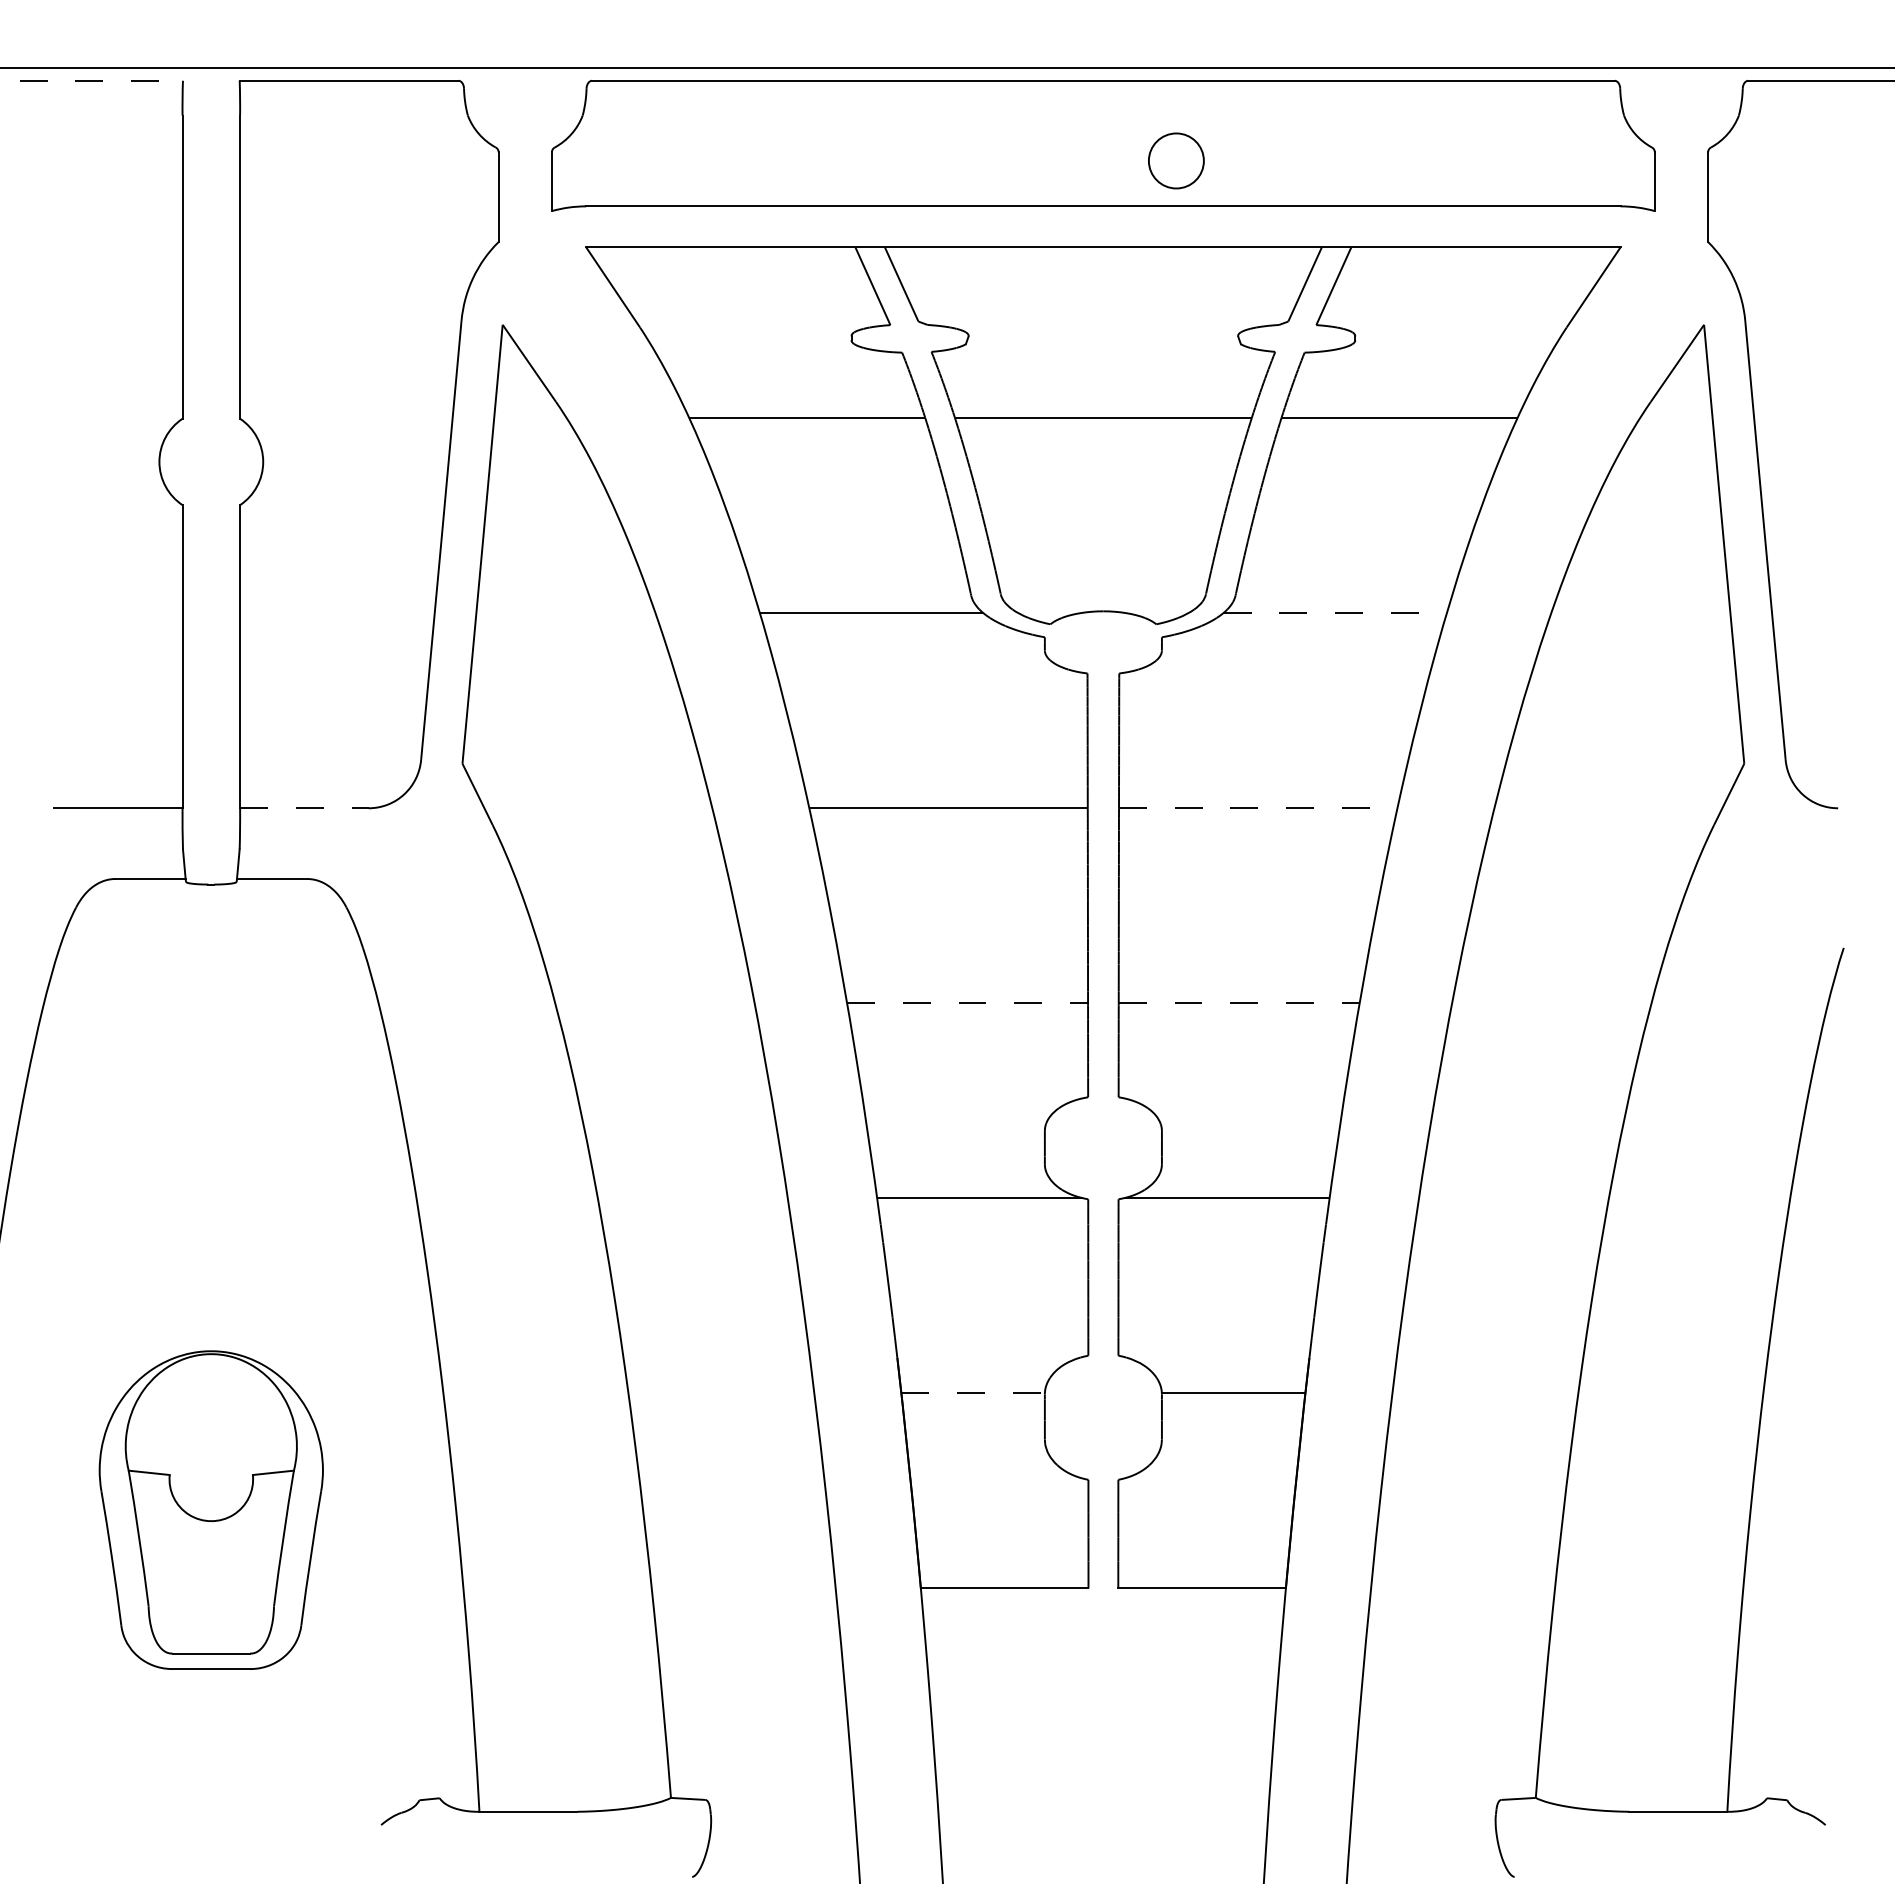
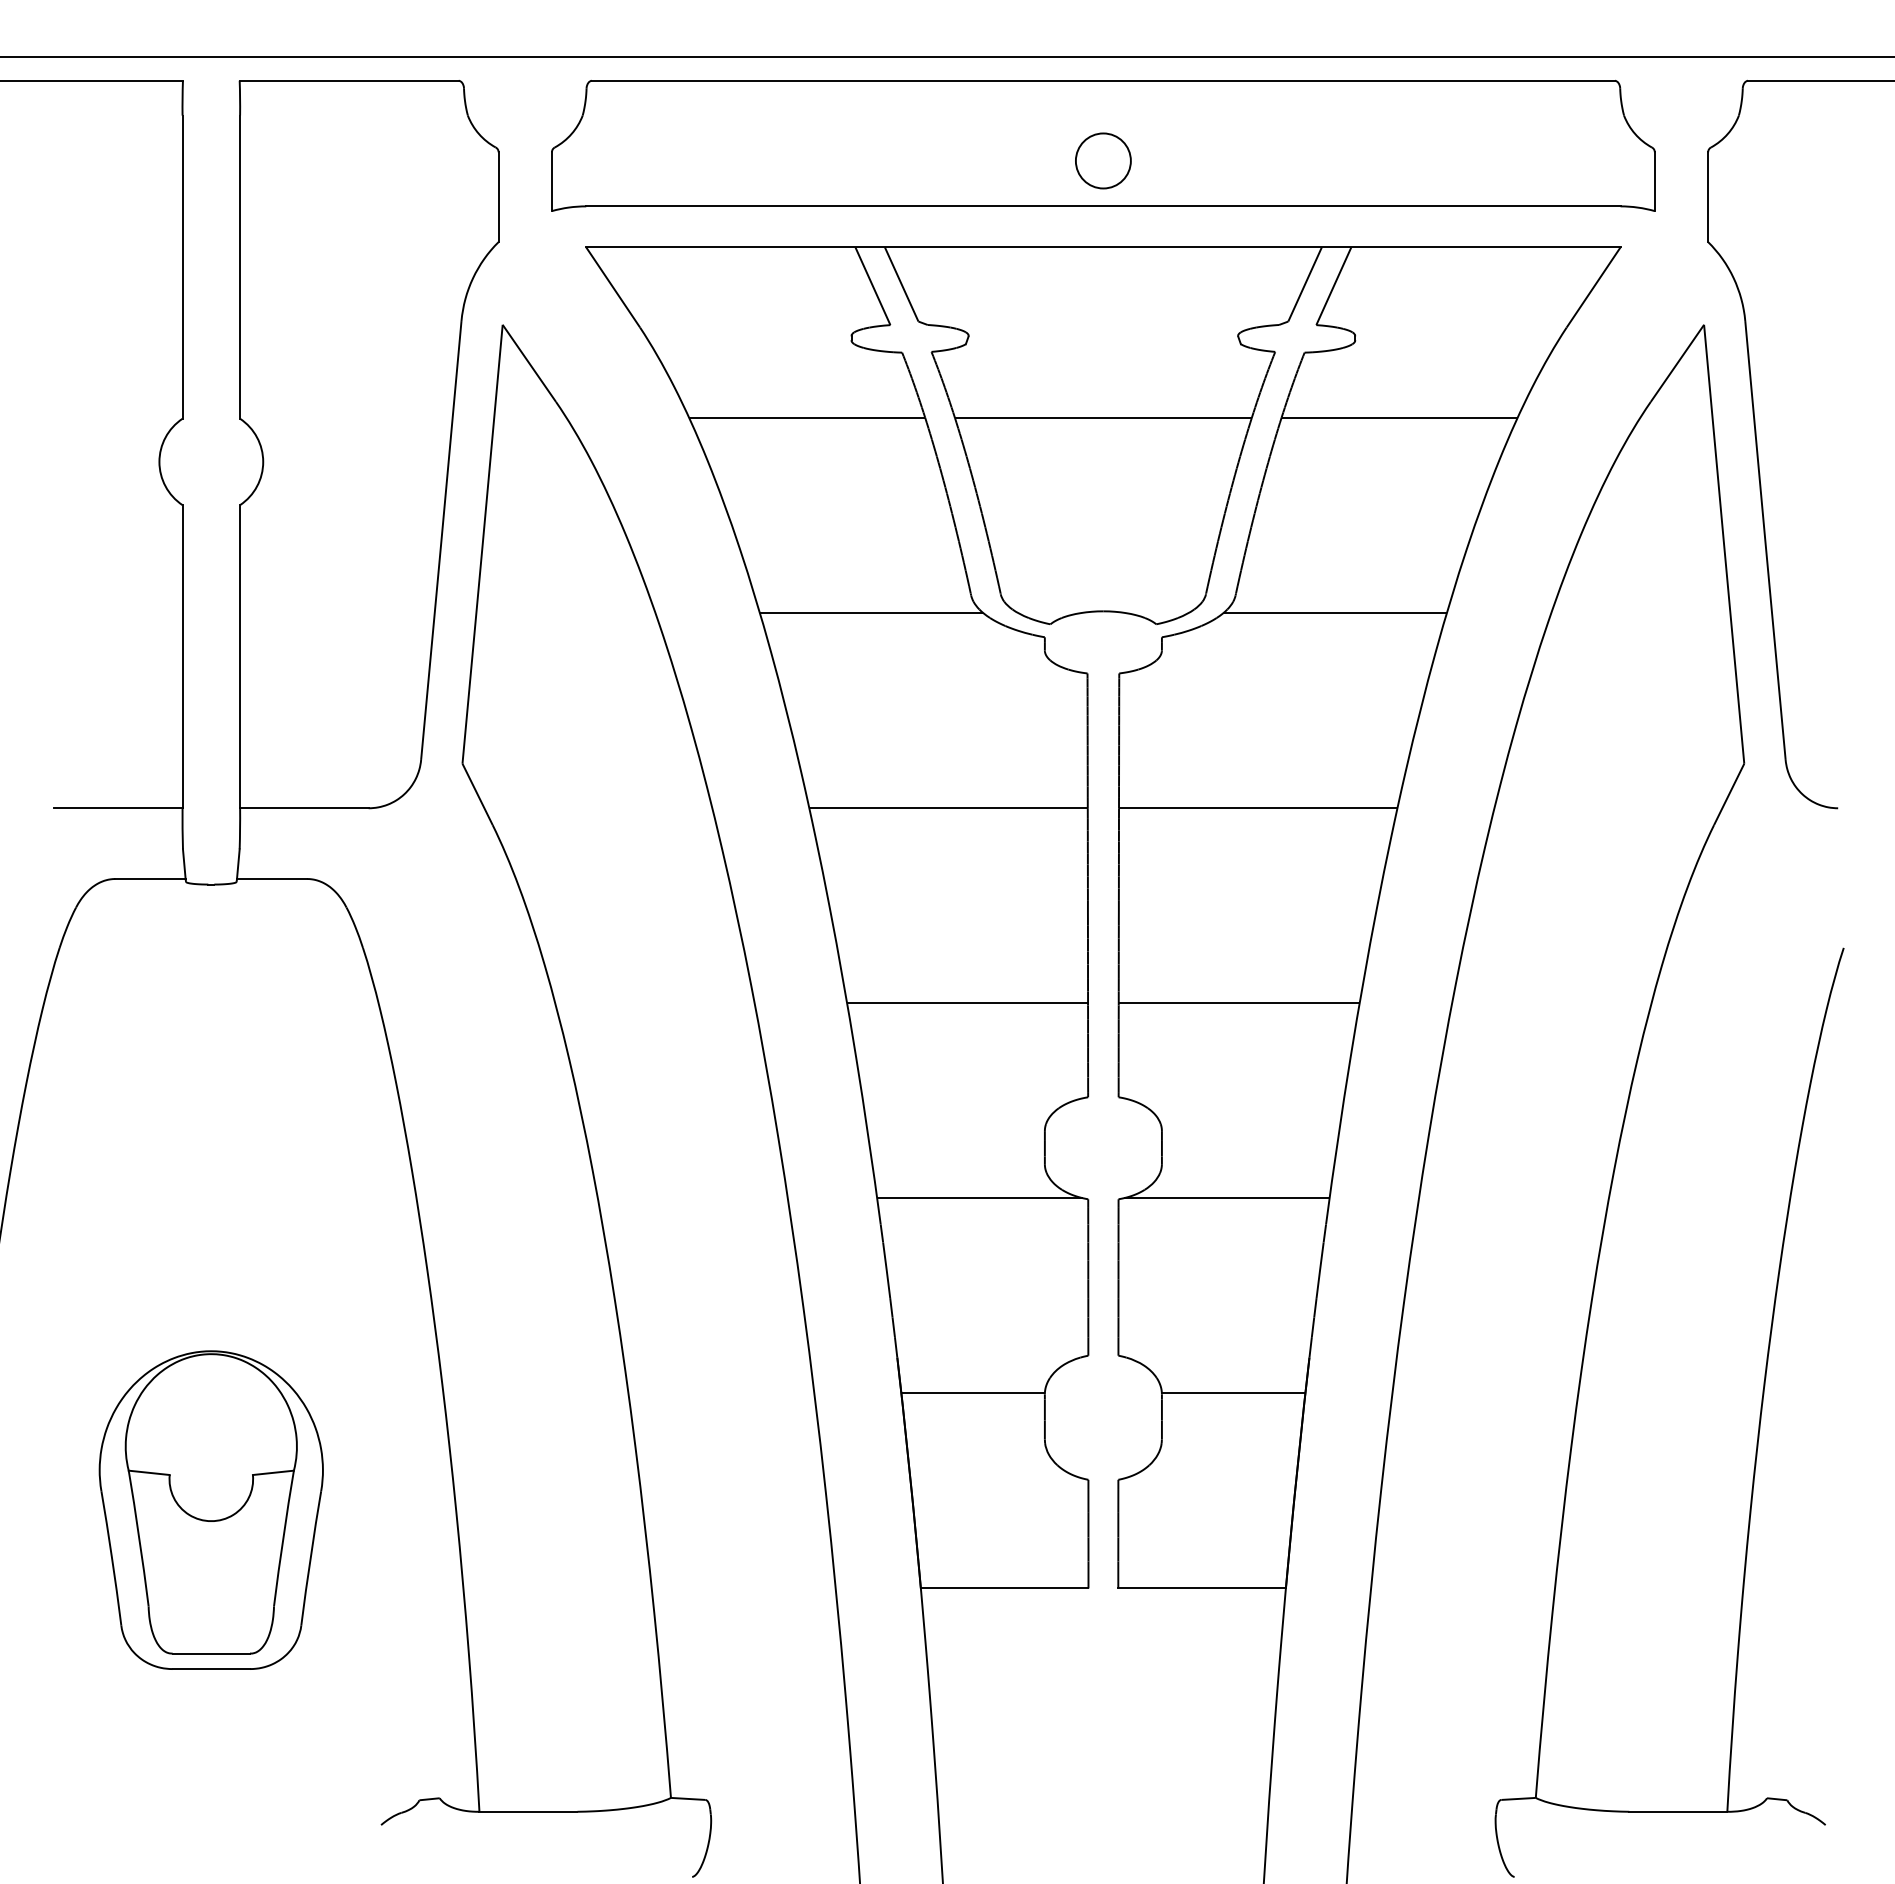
line at (946, 67) position: (946, 67) -> (946, 56)
line at (92, 80): dashed -> solid
circle at (1176, 160) position: (1176, 160) -> (1103, 160)
line at (1335, 612): dashed -> solid
line at (304, 808): dashed -> solid
line at (1258, 808): dashed -> solid
line at (968, 1003): dashed -> solid
line at (1239, 1003): dashed -> solid
line at (973, 1393): dashed -> solid
